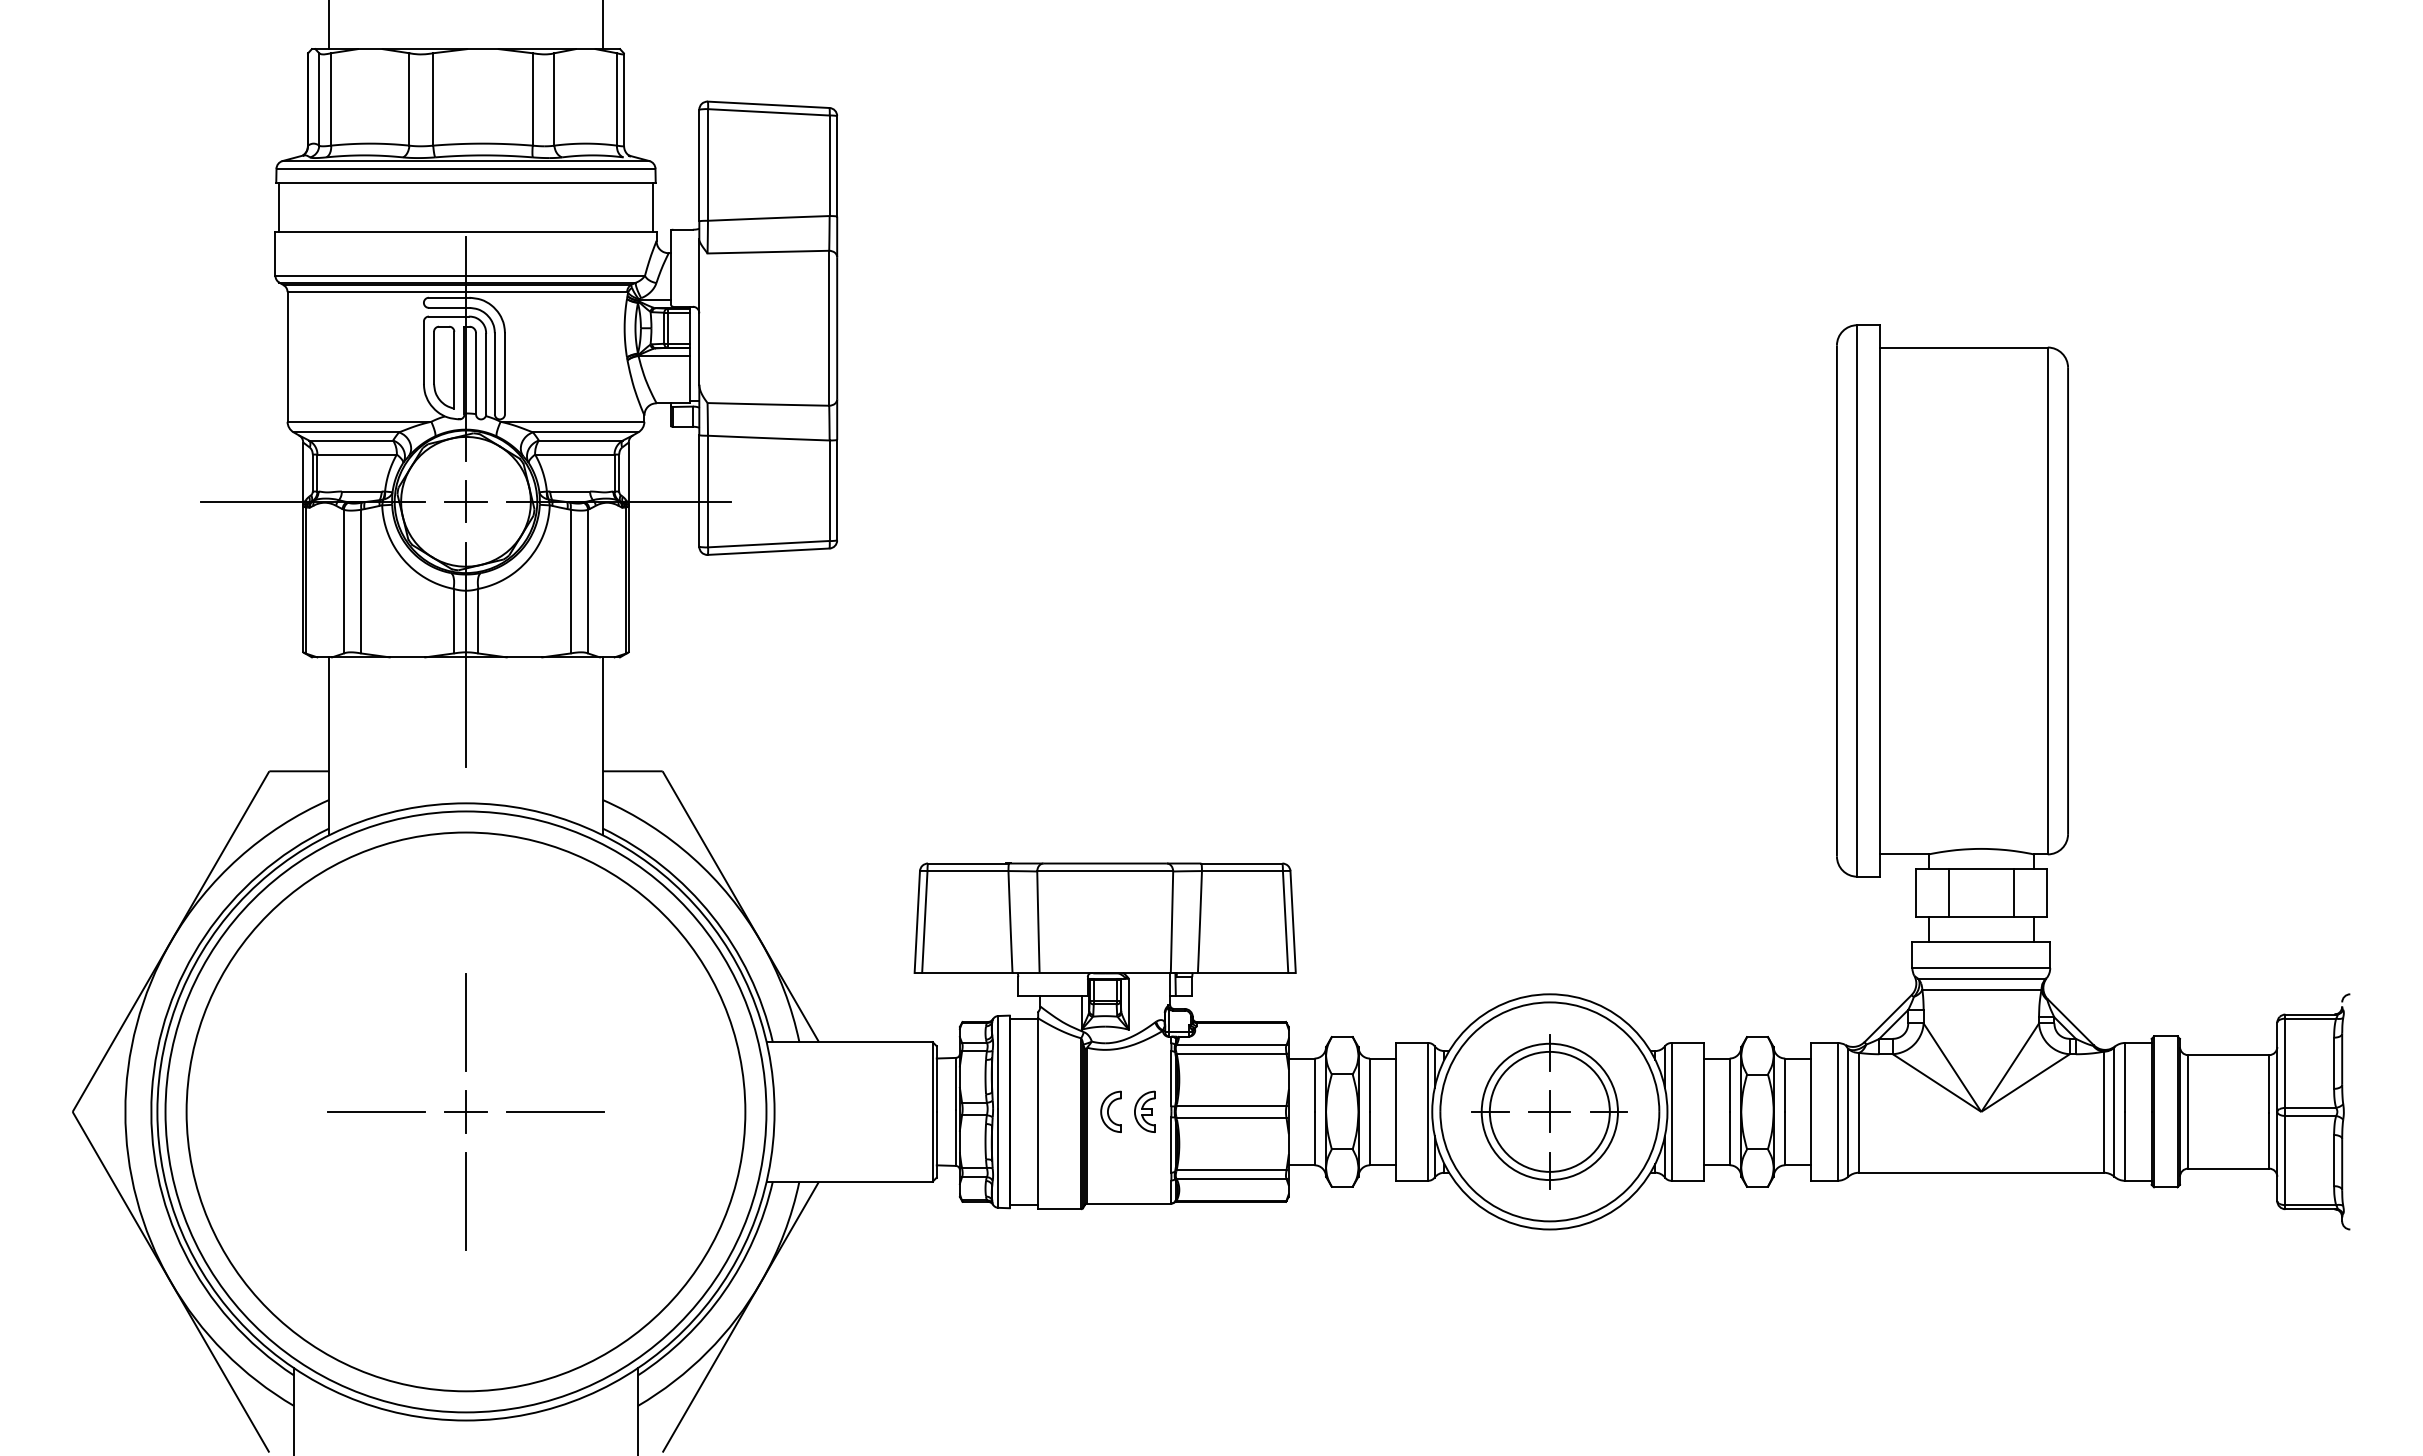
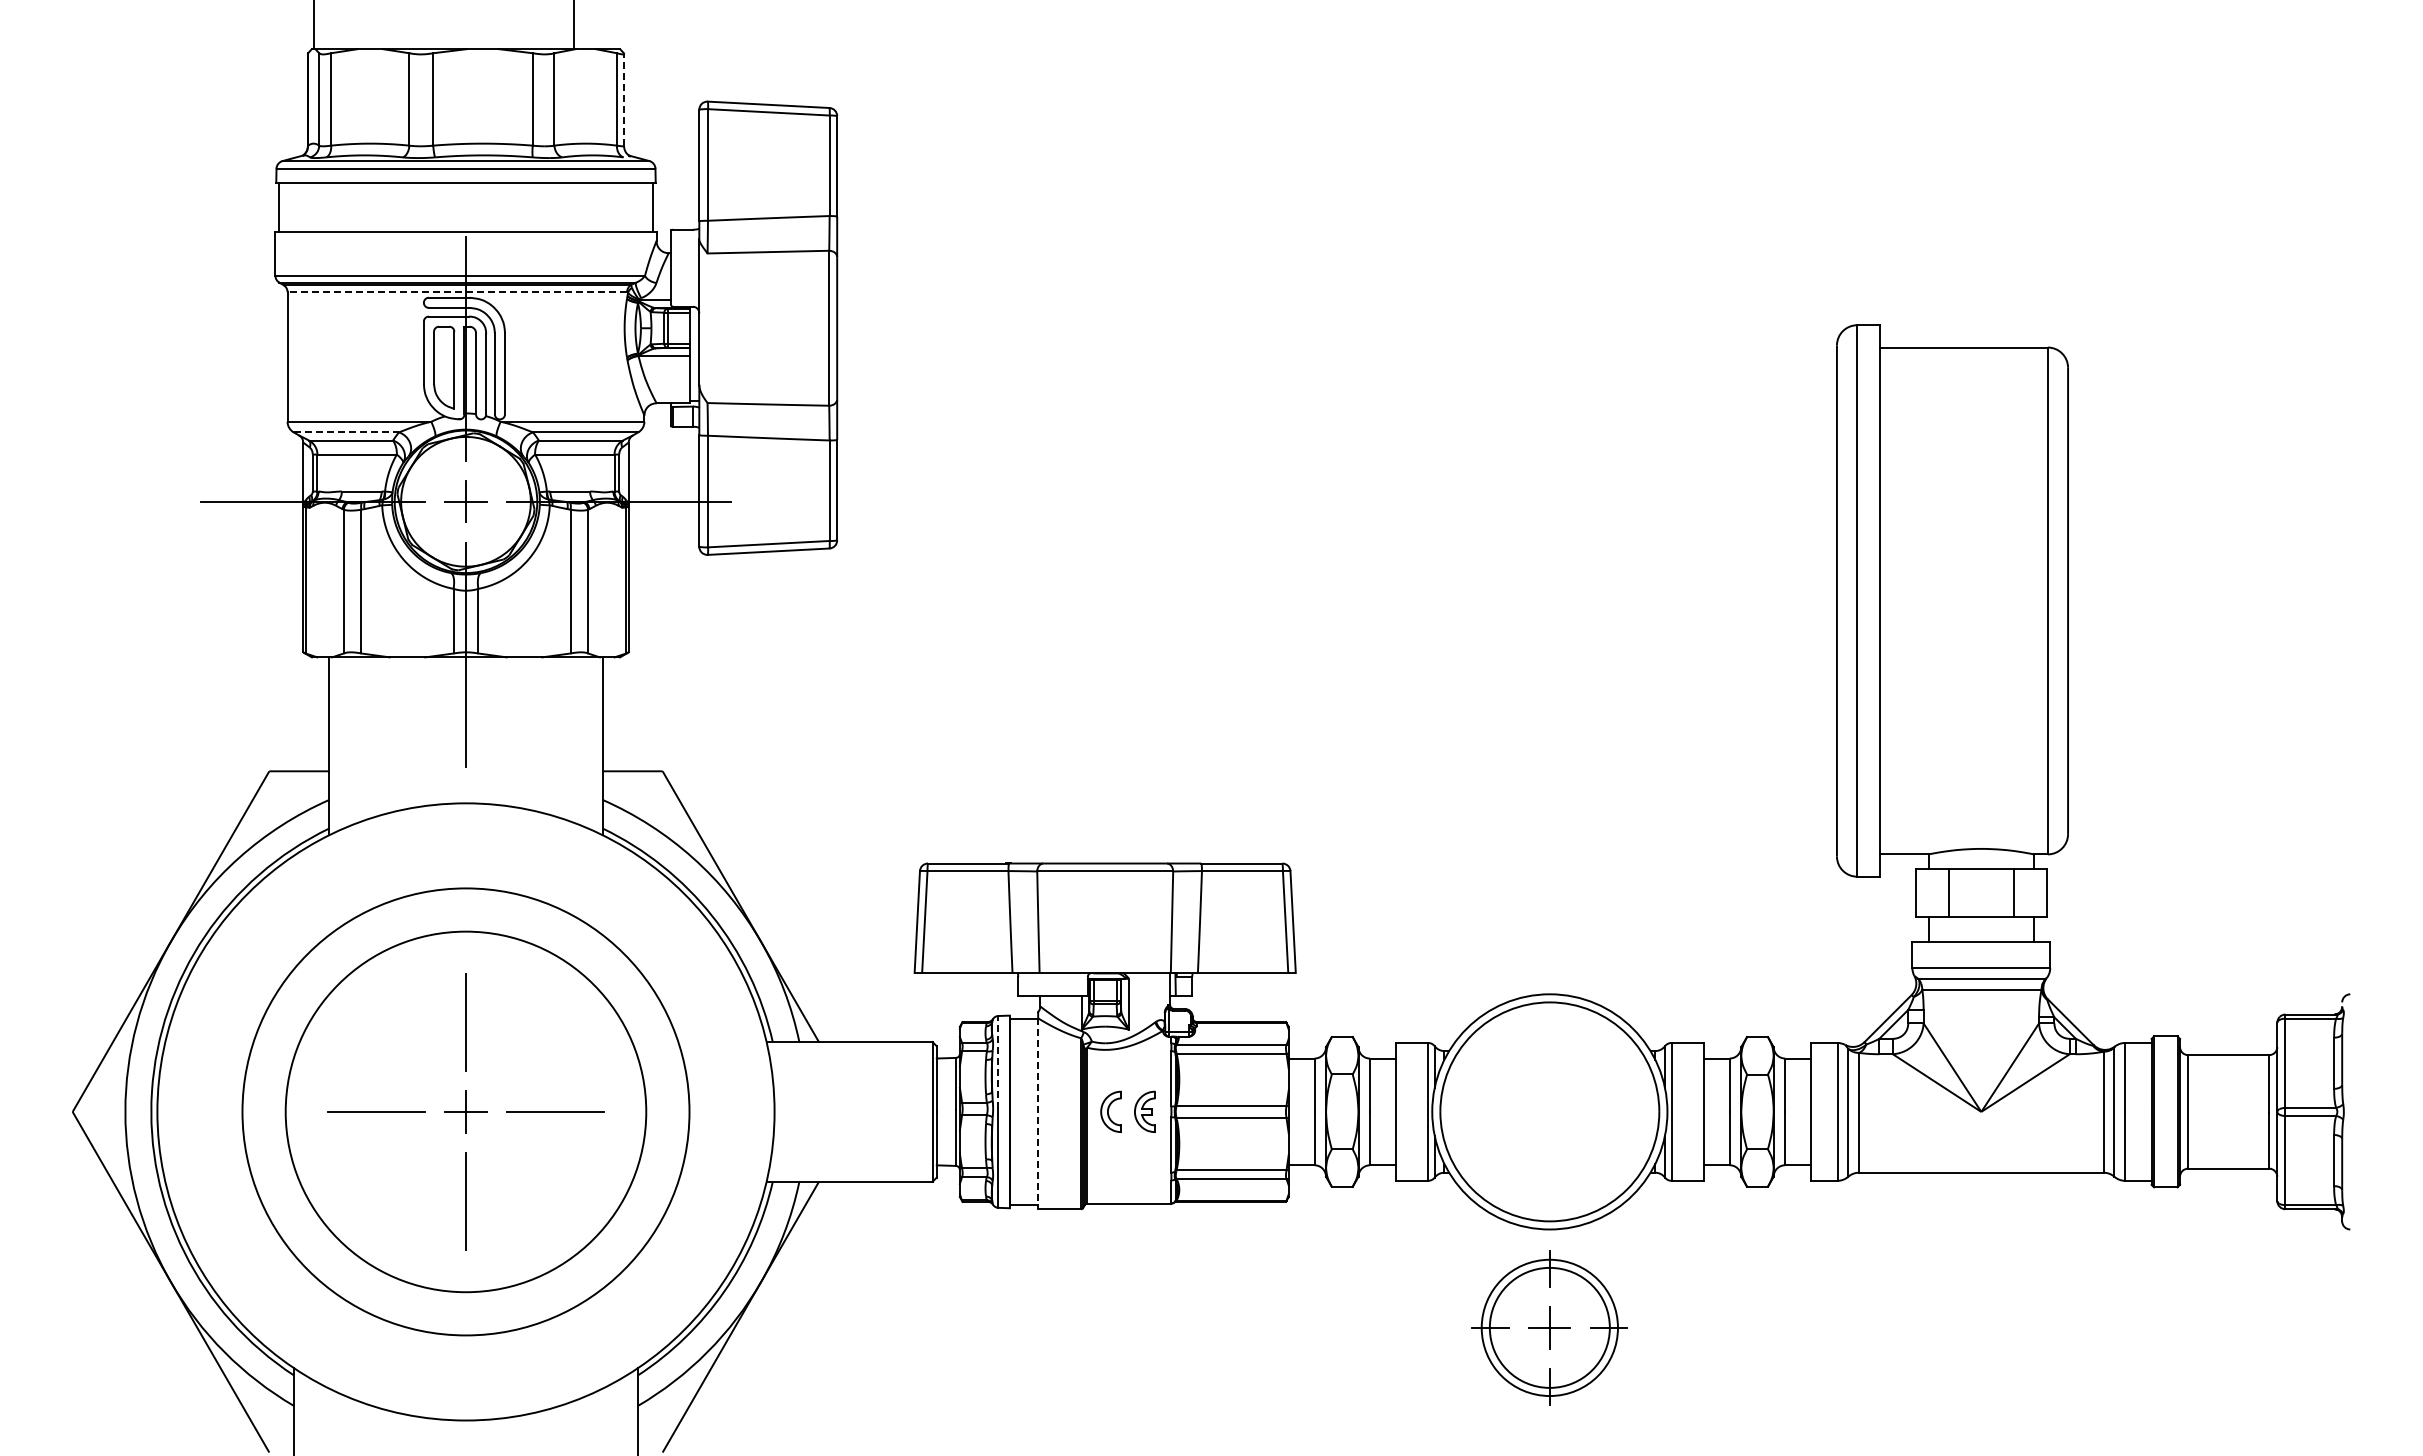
line at (329, 25) position: (329, 25) -> (314, 25)
line at (602, 25) position: (602, 25) -> (573, 25)
line at (624, 99): solid -> dashed
line at (457, 292): solid -> dashed
line at (346, 432): solid -> dashed
line at (998, 1061): solid -> dashed
circle at (465, 1111) diameter: 559 px -> 447 px
circle at (465, 1111) diameter: 601 px -> 361 px
part at (1549, 1111) position: (1549, 1111) -> (1549, 1327)
line at (1038, 1114): solid -> dashed
